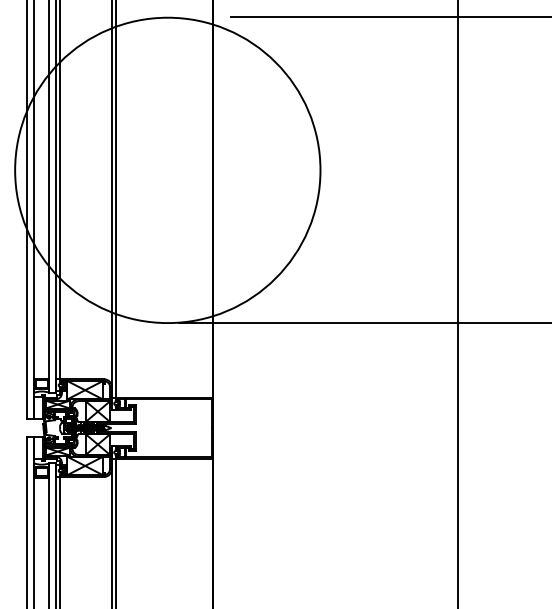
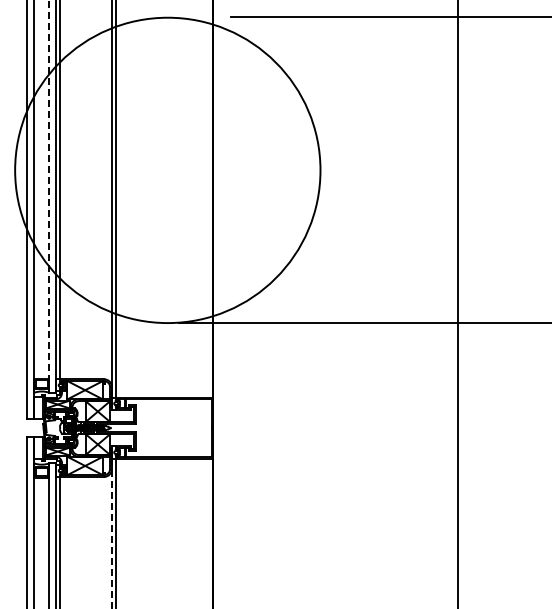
line at (49, 196): solid -> dashed
line at (111, 533): solid -> dashed
